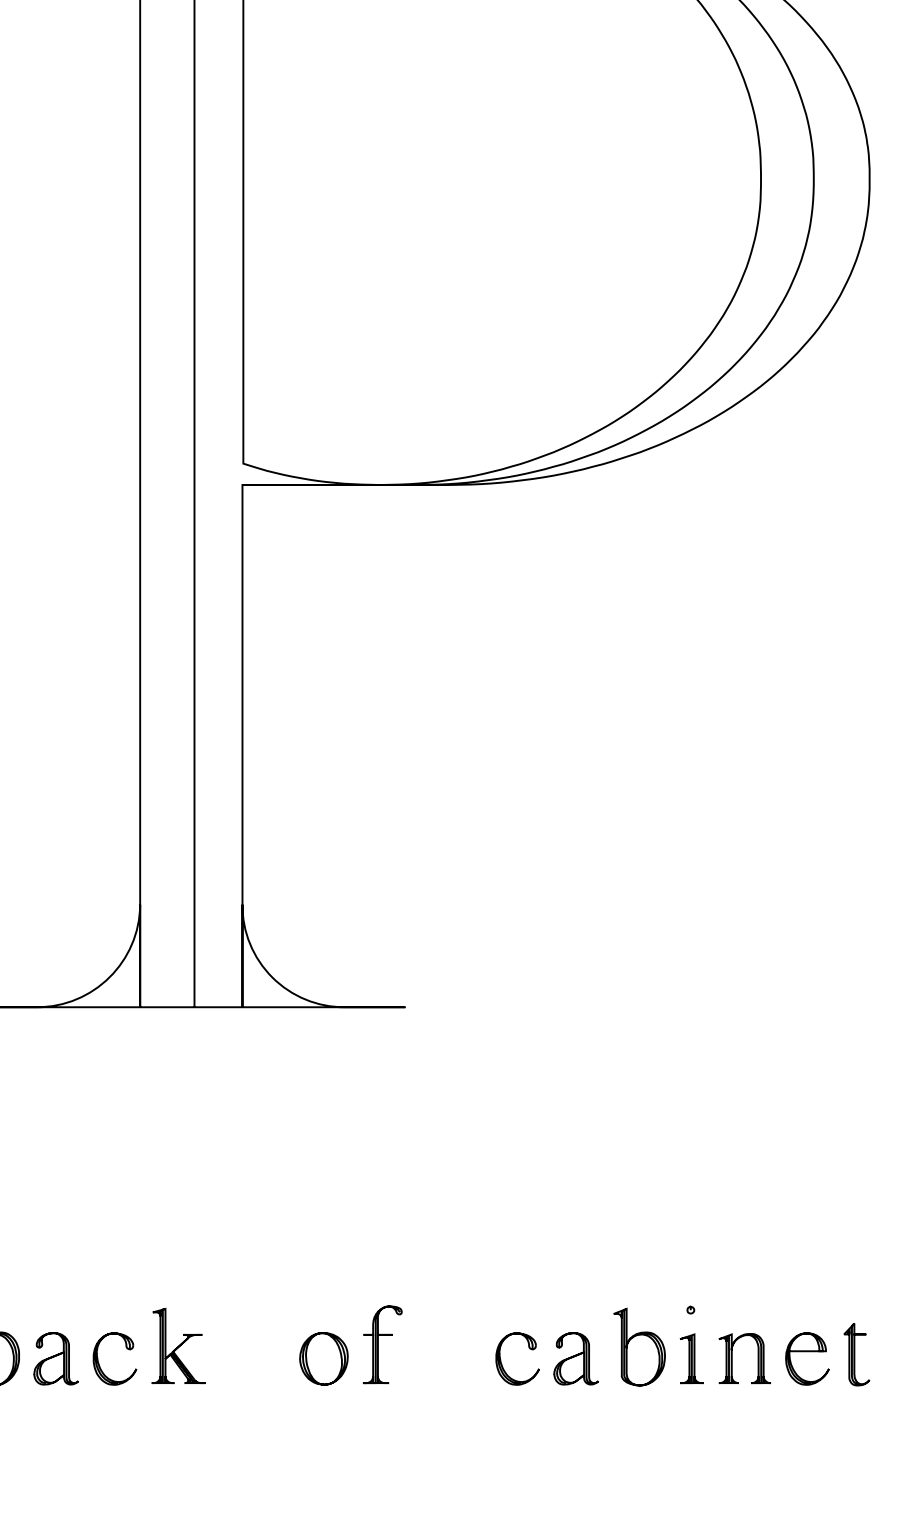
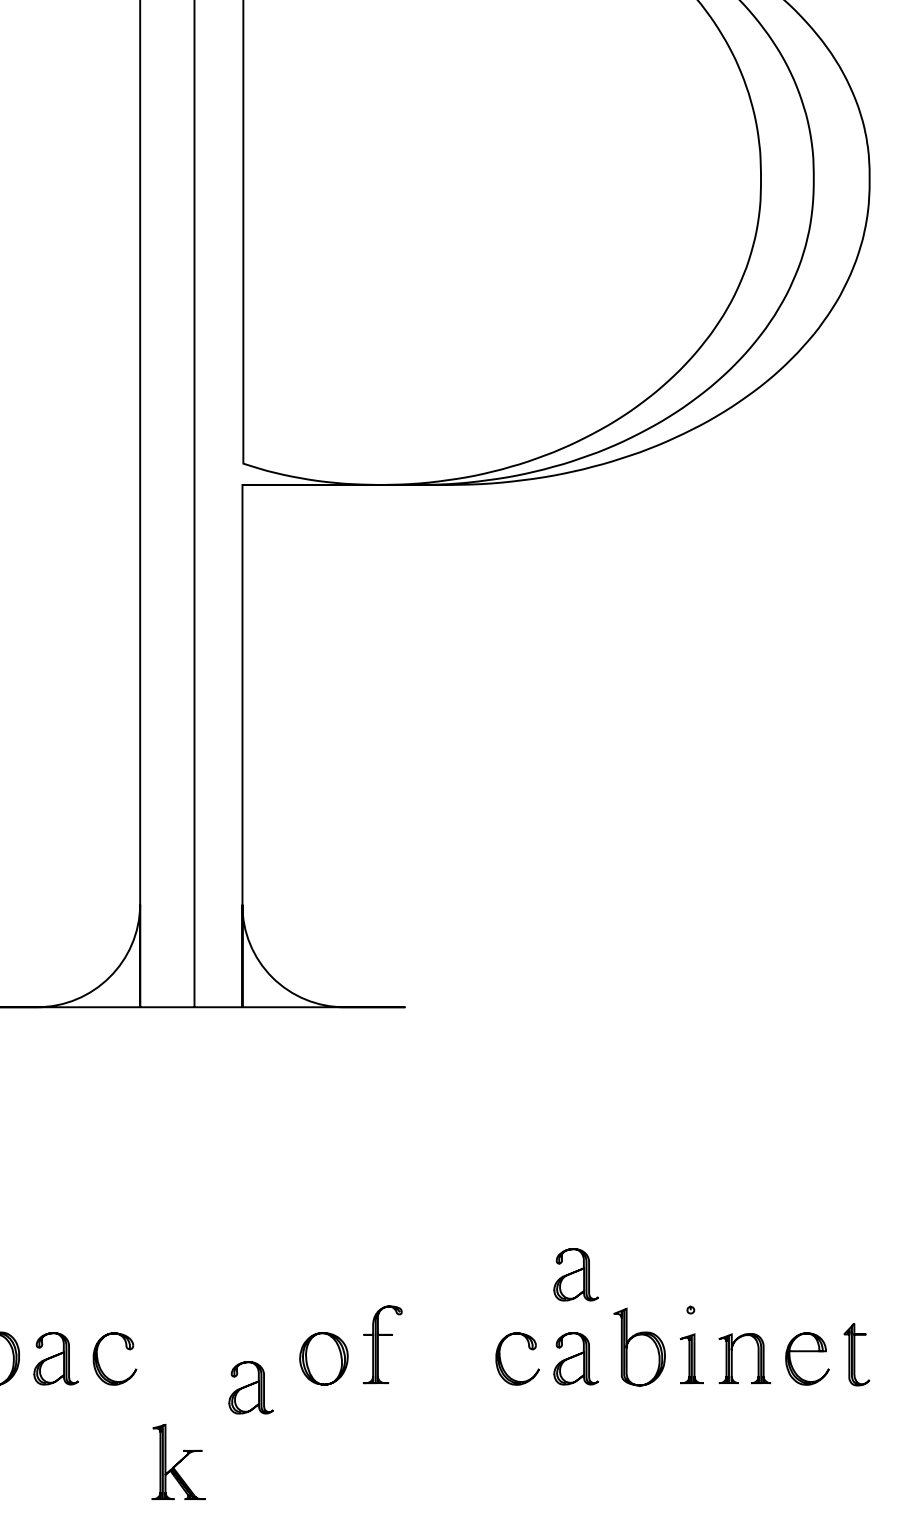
part at (575, 1274): none -> present
curve at (178, 1345) position: (178, 1345) -> (178, 1461)
part at (250, 1387): none -> present
